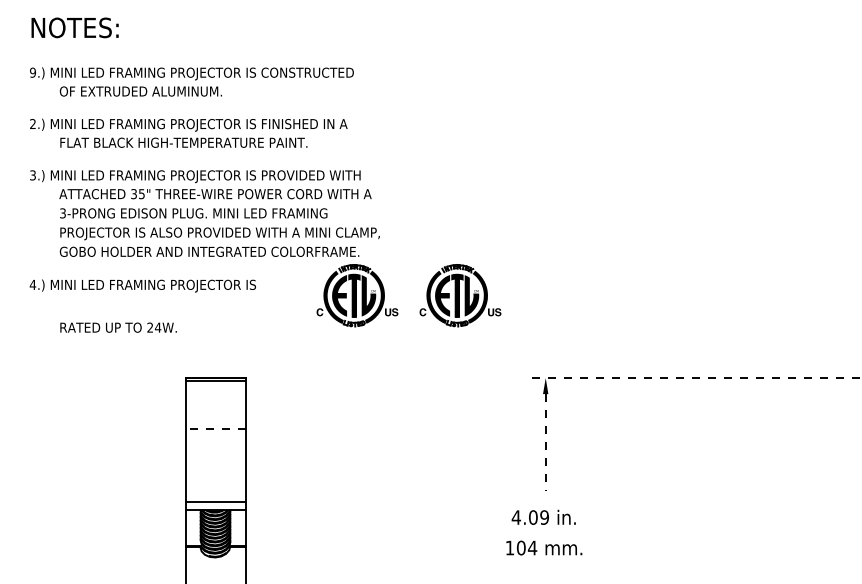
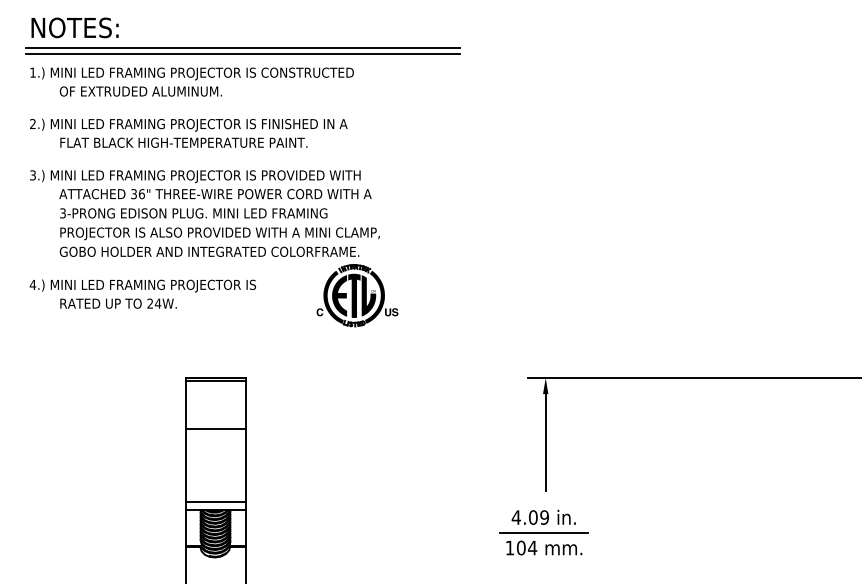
line at (242, 48): none -> present
line at (242, 54): none -> present
text at (32, 72): 9.) -> 1.)
text at (141, 194): 35" -> 36"
part at (460, 295): present -> none
text at (118, 327) position: (118, 327) -> (118, 303)
line at (694, 378): dashed -> solid
line at (215, 429): dashed -> solid
line at (545, 442): dashed -> solid
line at (543, 533): none -> present
